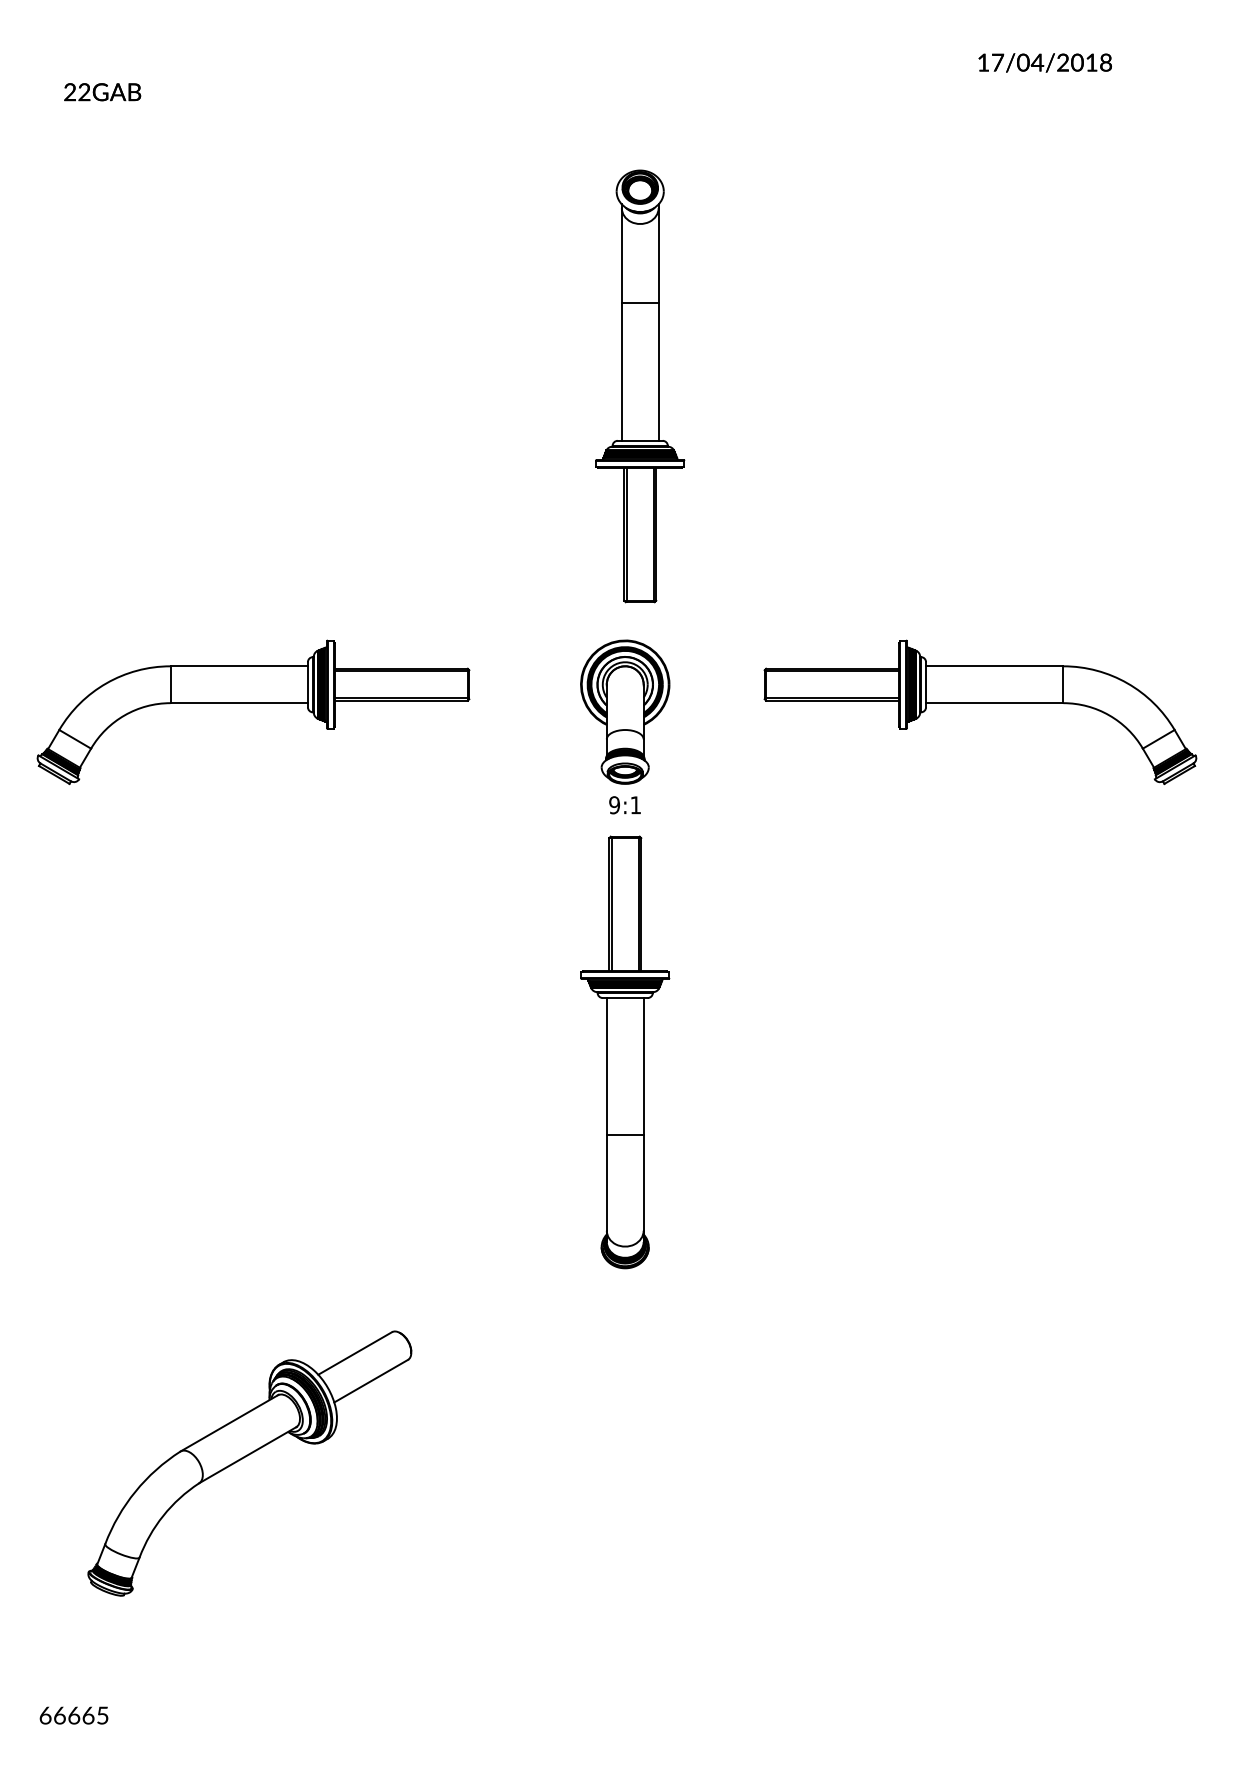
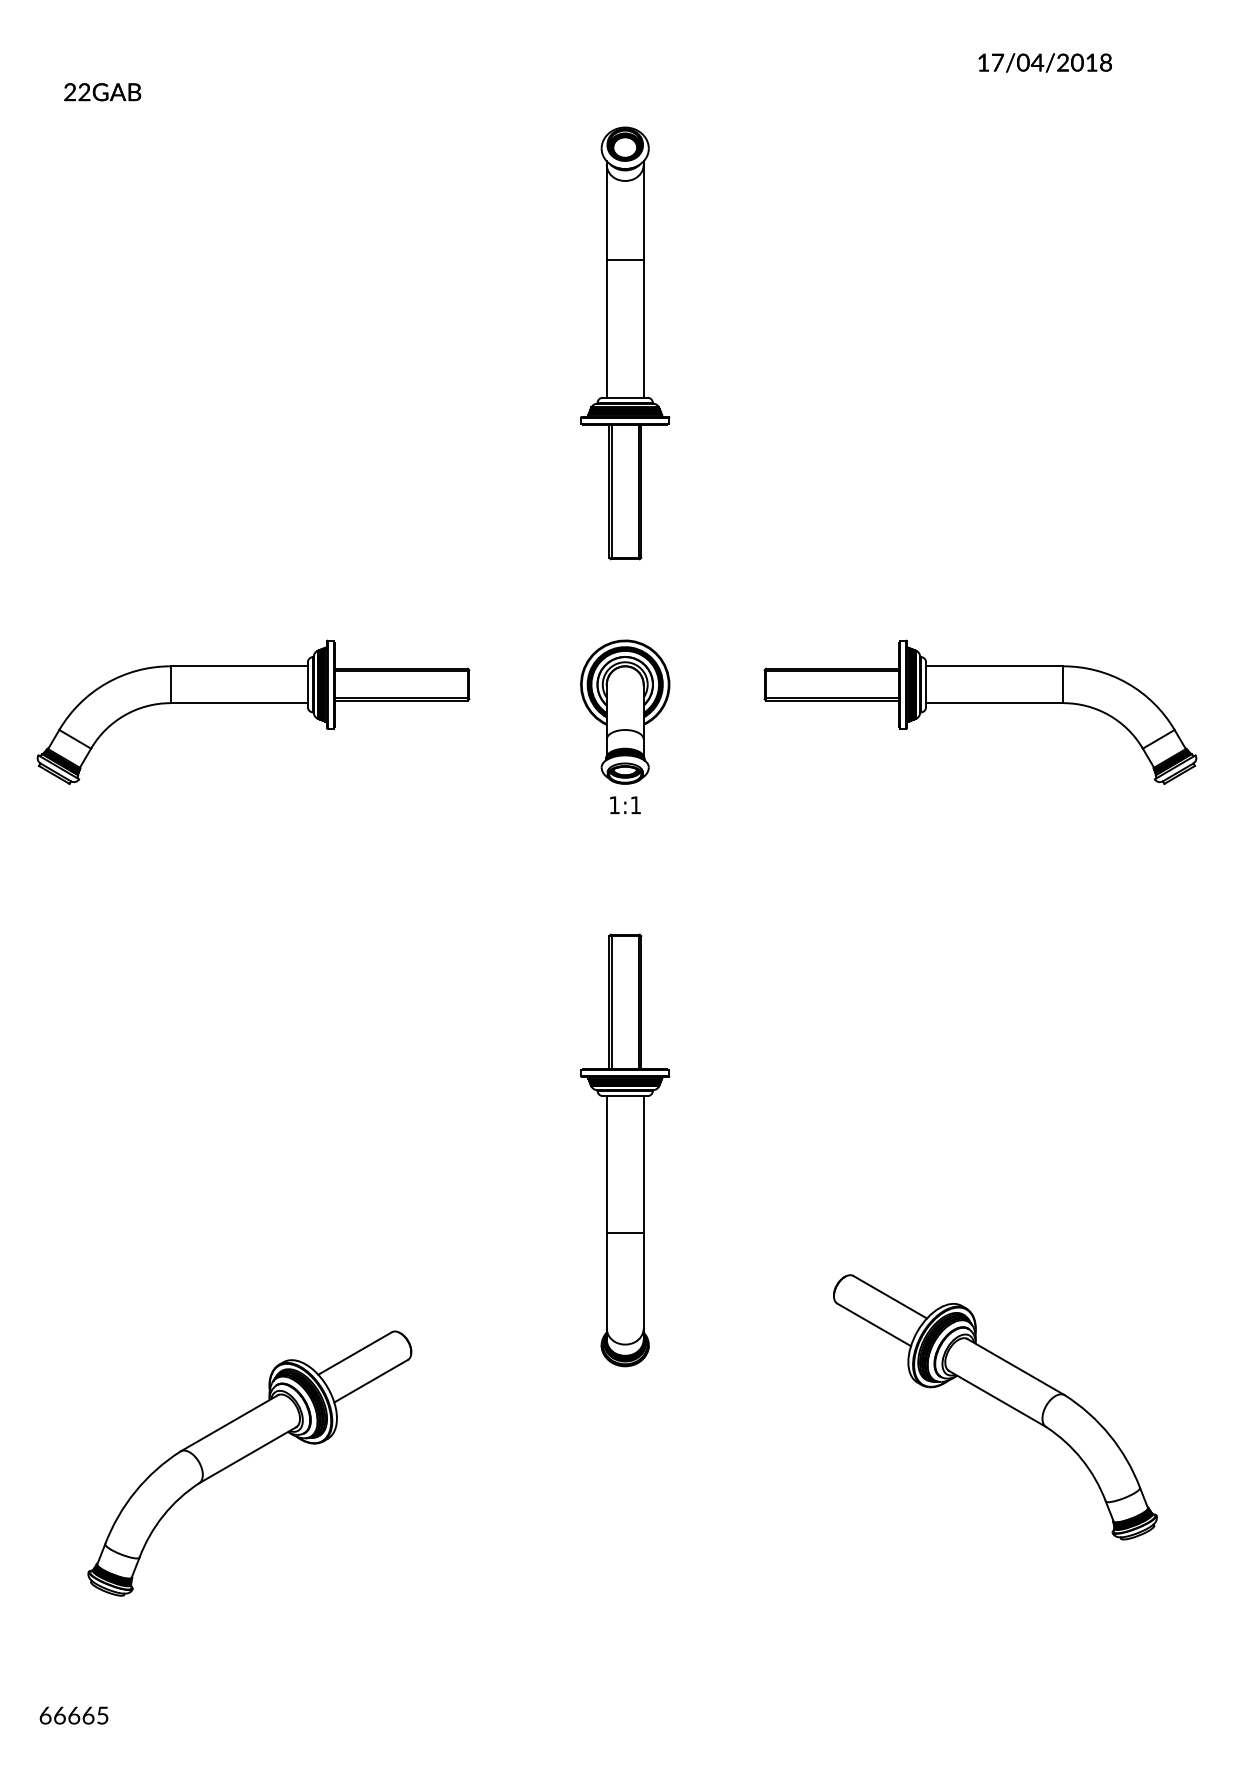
part at (640, 386) position: (640, 386) -> (625, 343)
text at (614, 805): 9:1 -> 1:1
part at (625, 1052) position: (625, 1052) -> (625, 1150)
part at (999, 1401): none -> present
